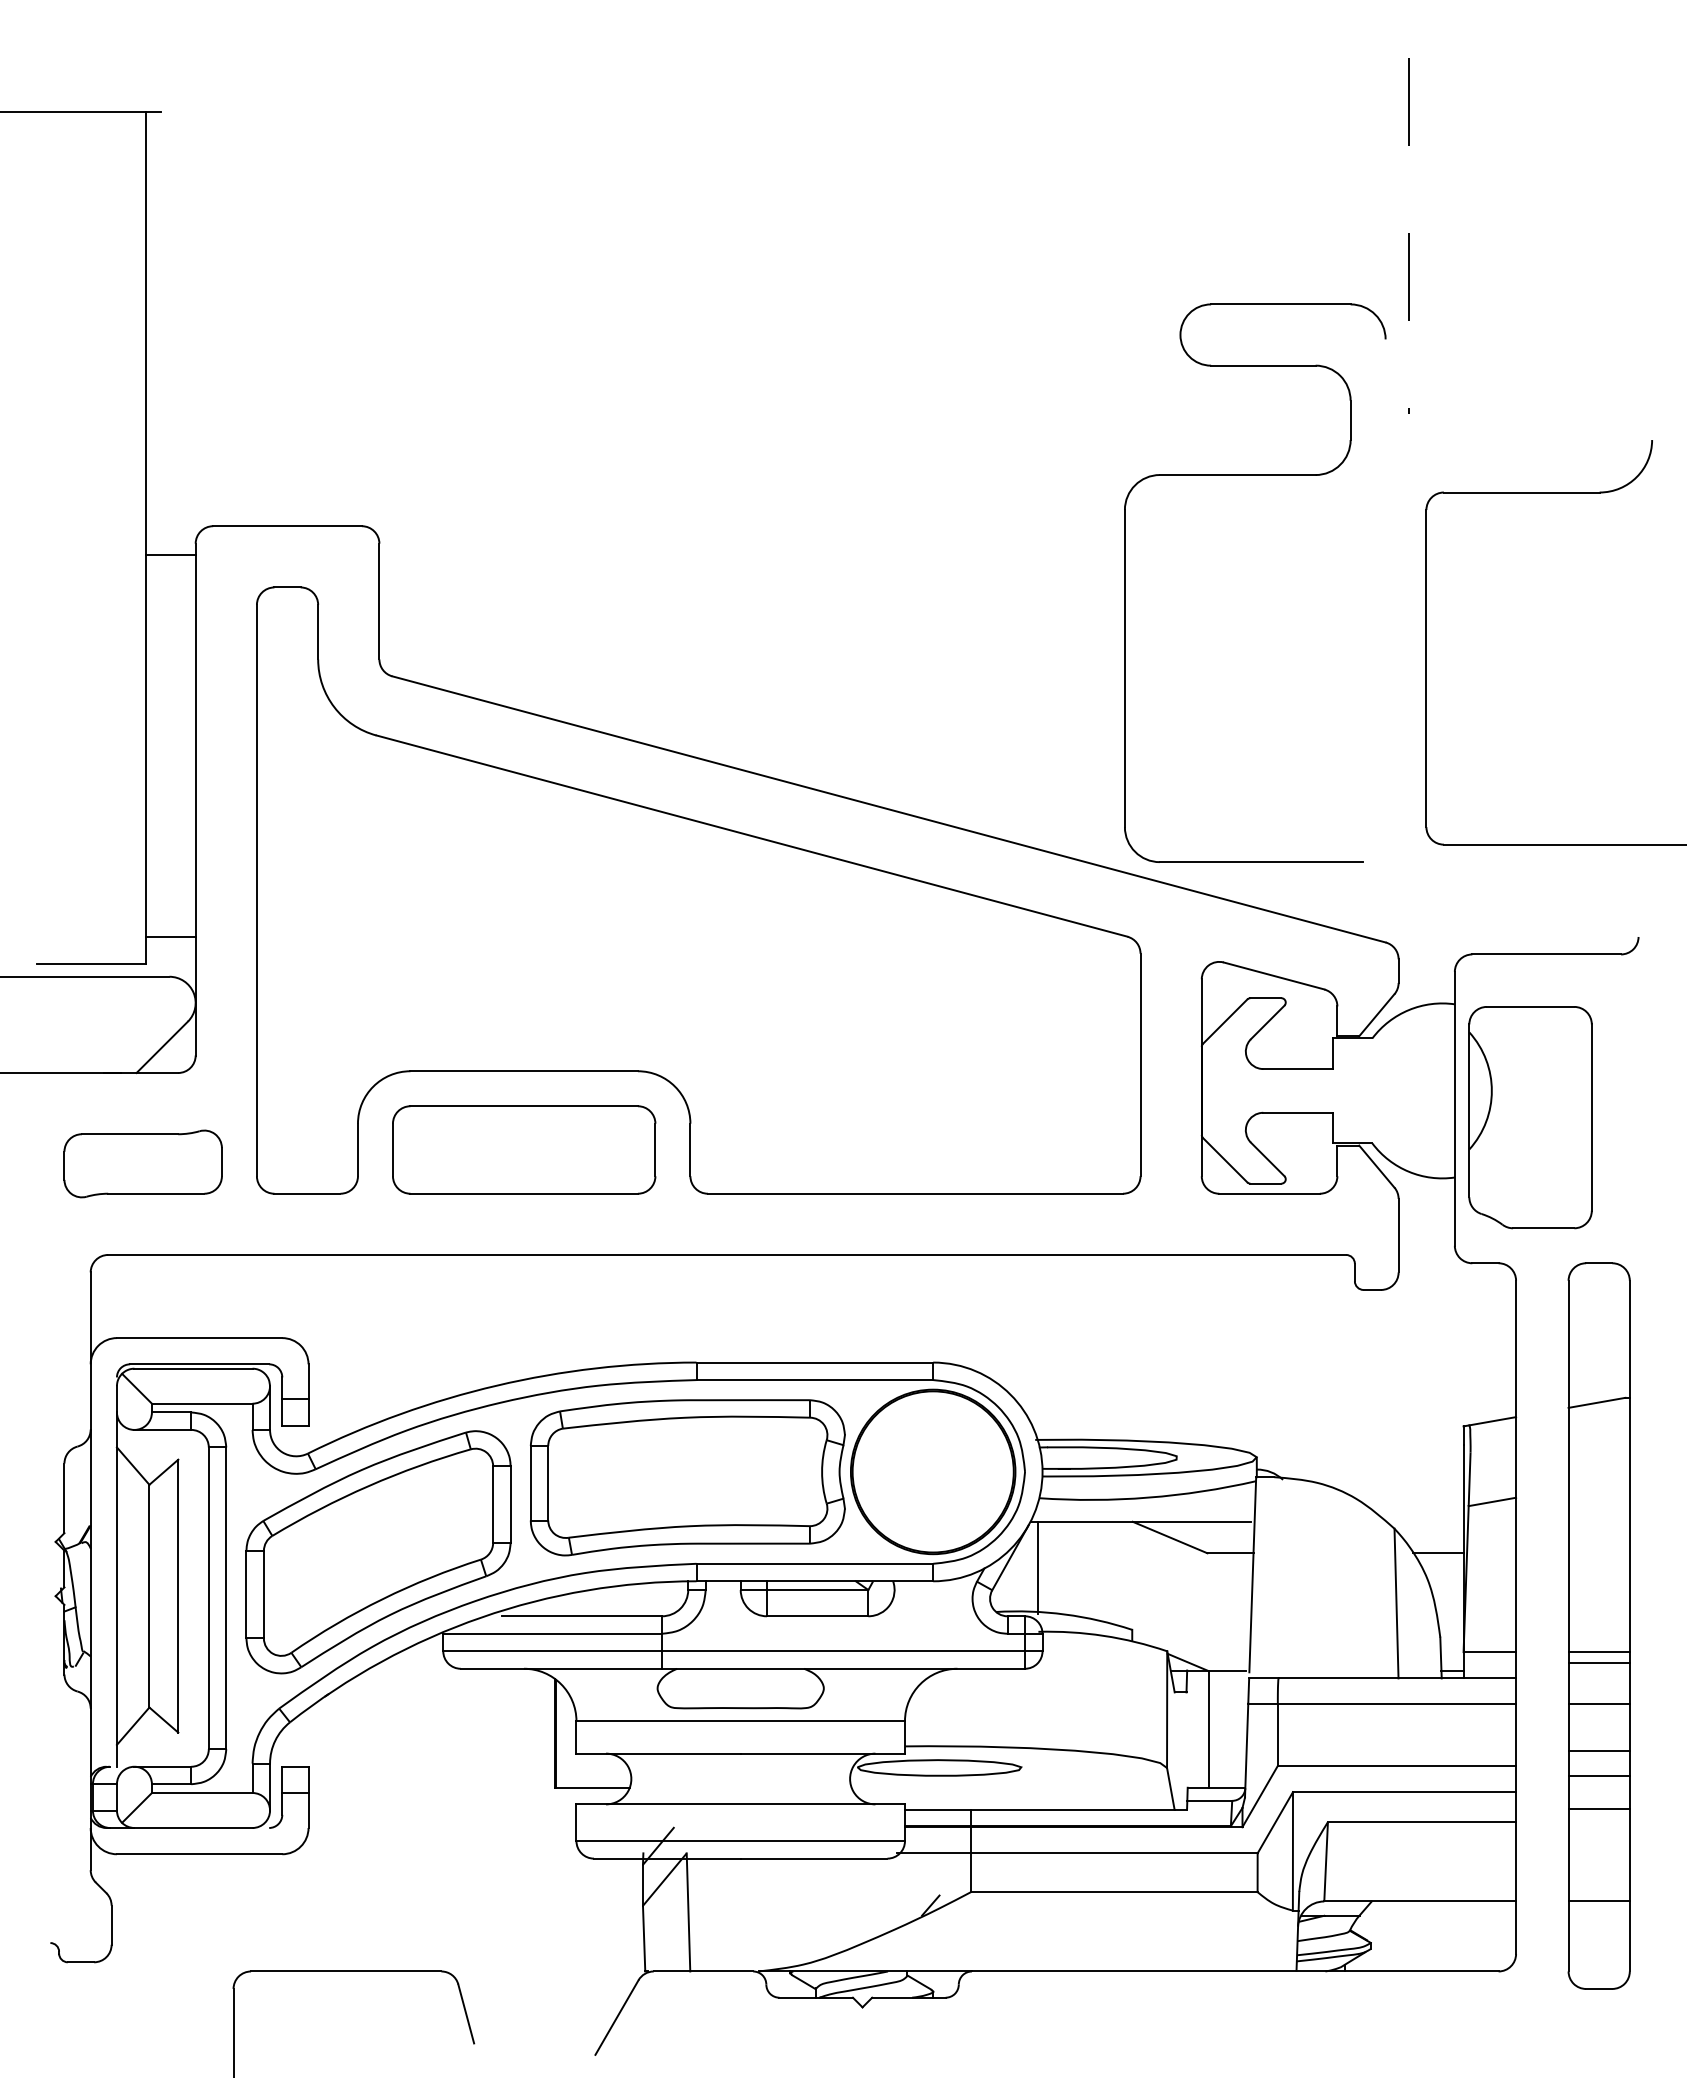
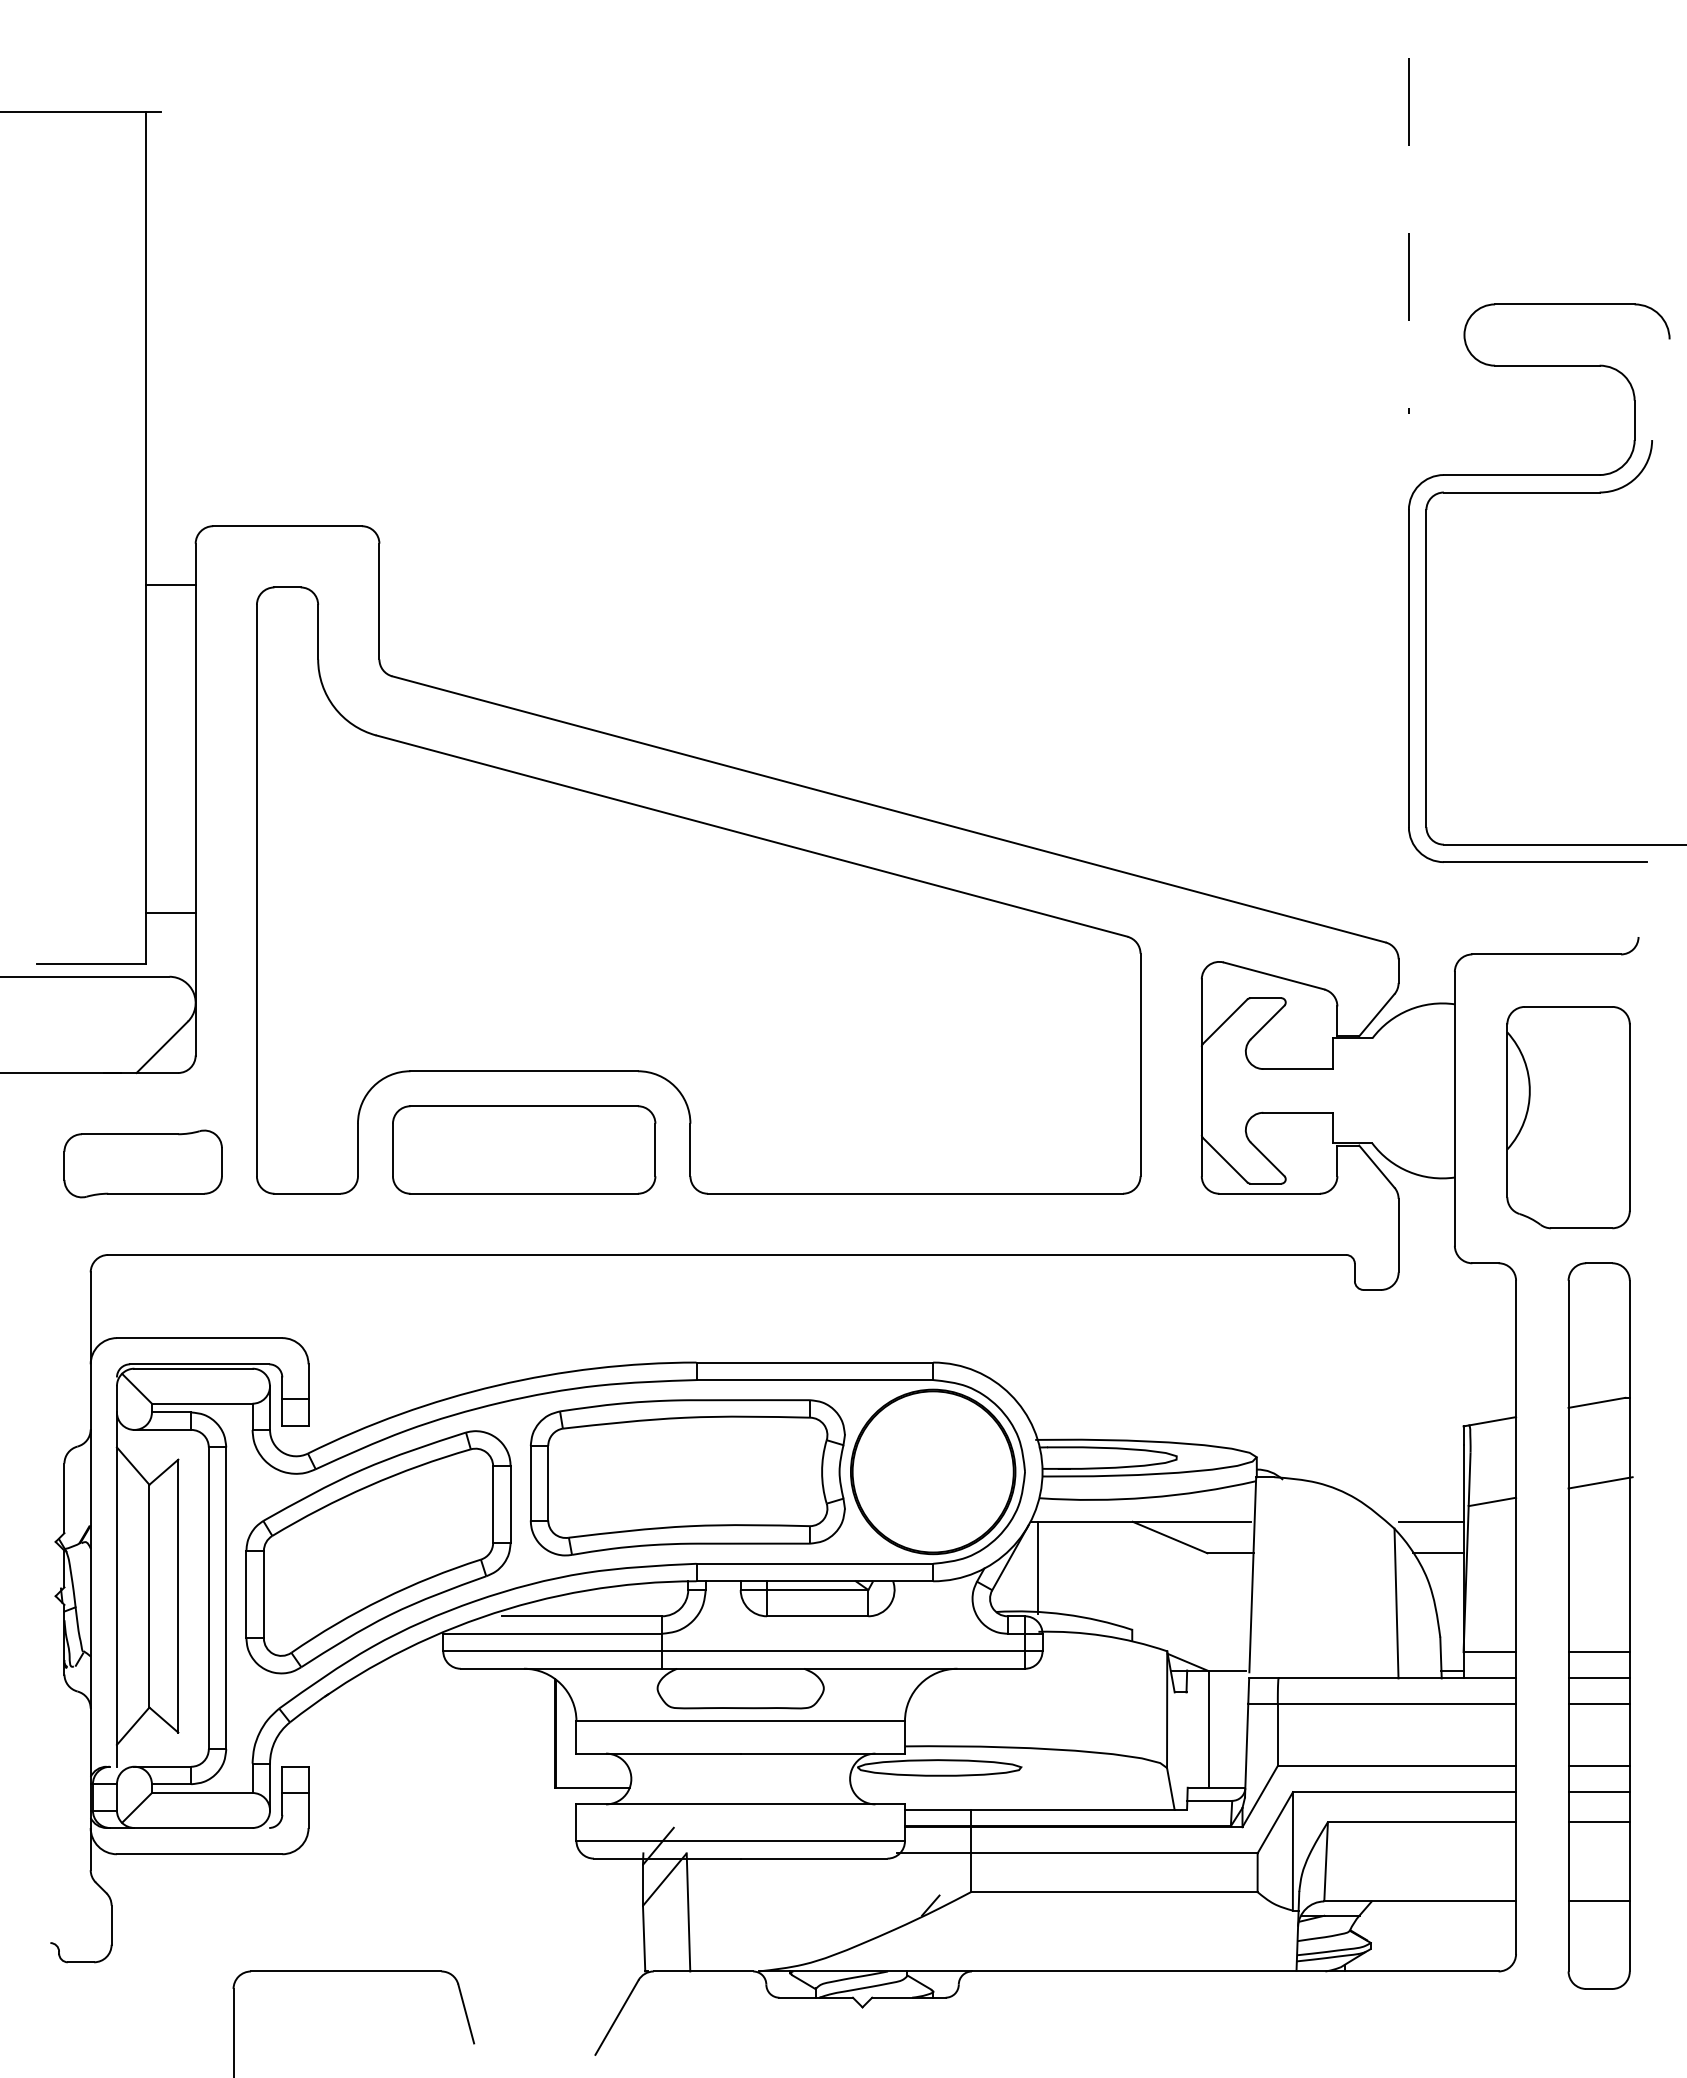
part at (1255, 475) position: (1255, 475) -> (1539, 475)
line at (170, 554) position: (170, 554) -> (170, 584)
line at (170, 936) position: (170, 936) -> (170, 912)
part at (1530, 1117) position: (1530, 1117) -> (1568, 1117)
line at (1600, 1482): none -> present
line at (1431, 1521): none -> present
line at (1598, 1663) position: (1598, 1663) -> (1598, 1678)
line at (1598, 1750) position: (1598, 1750) -> (1598, 1765)
line at (1598, 1776) position: (1598, 1776) -> (1598, 1792)
line at (1598, 1809) position: (1598, 1809) -> (1598, 1822)
